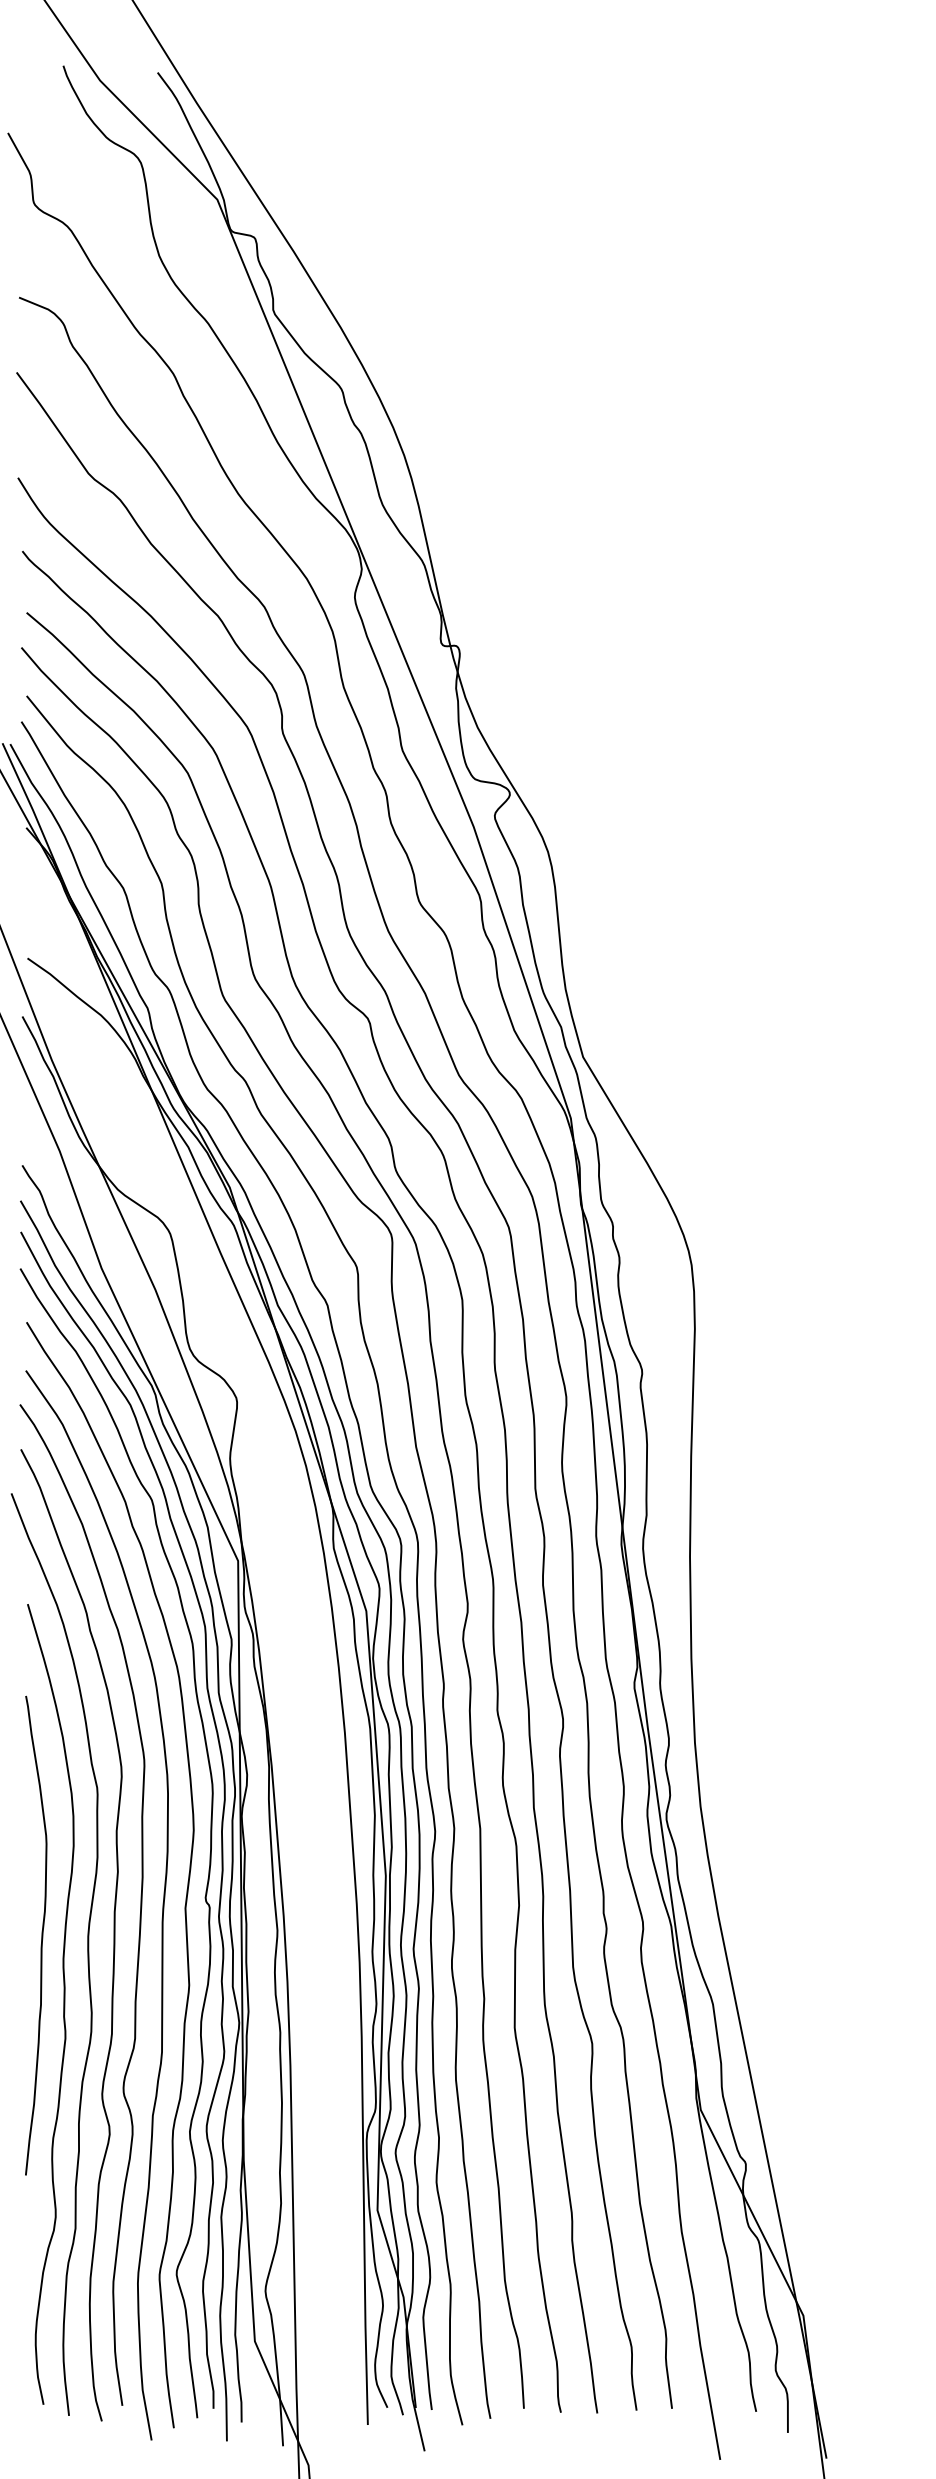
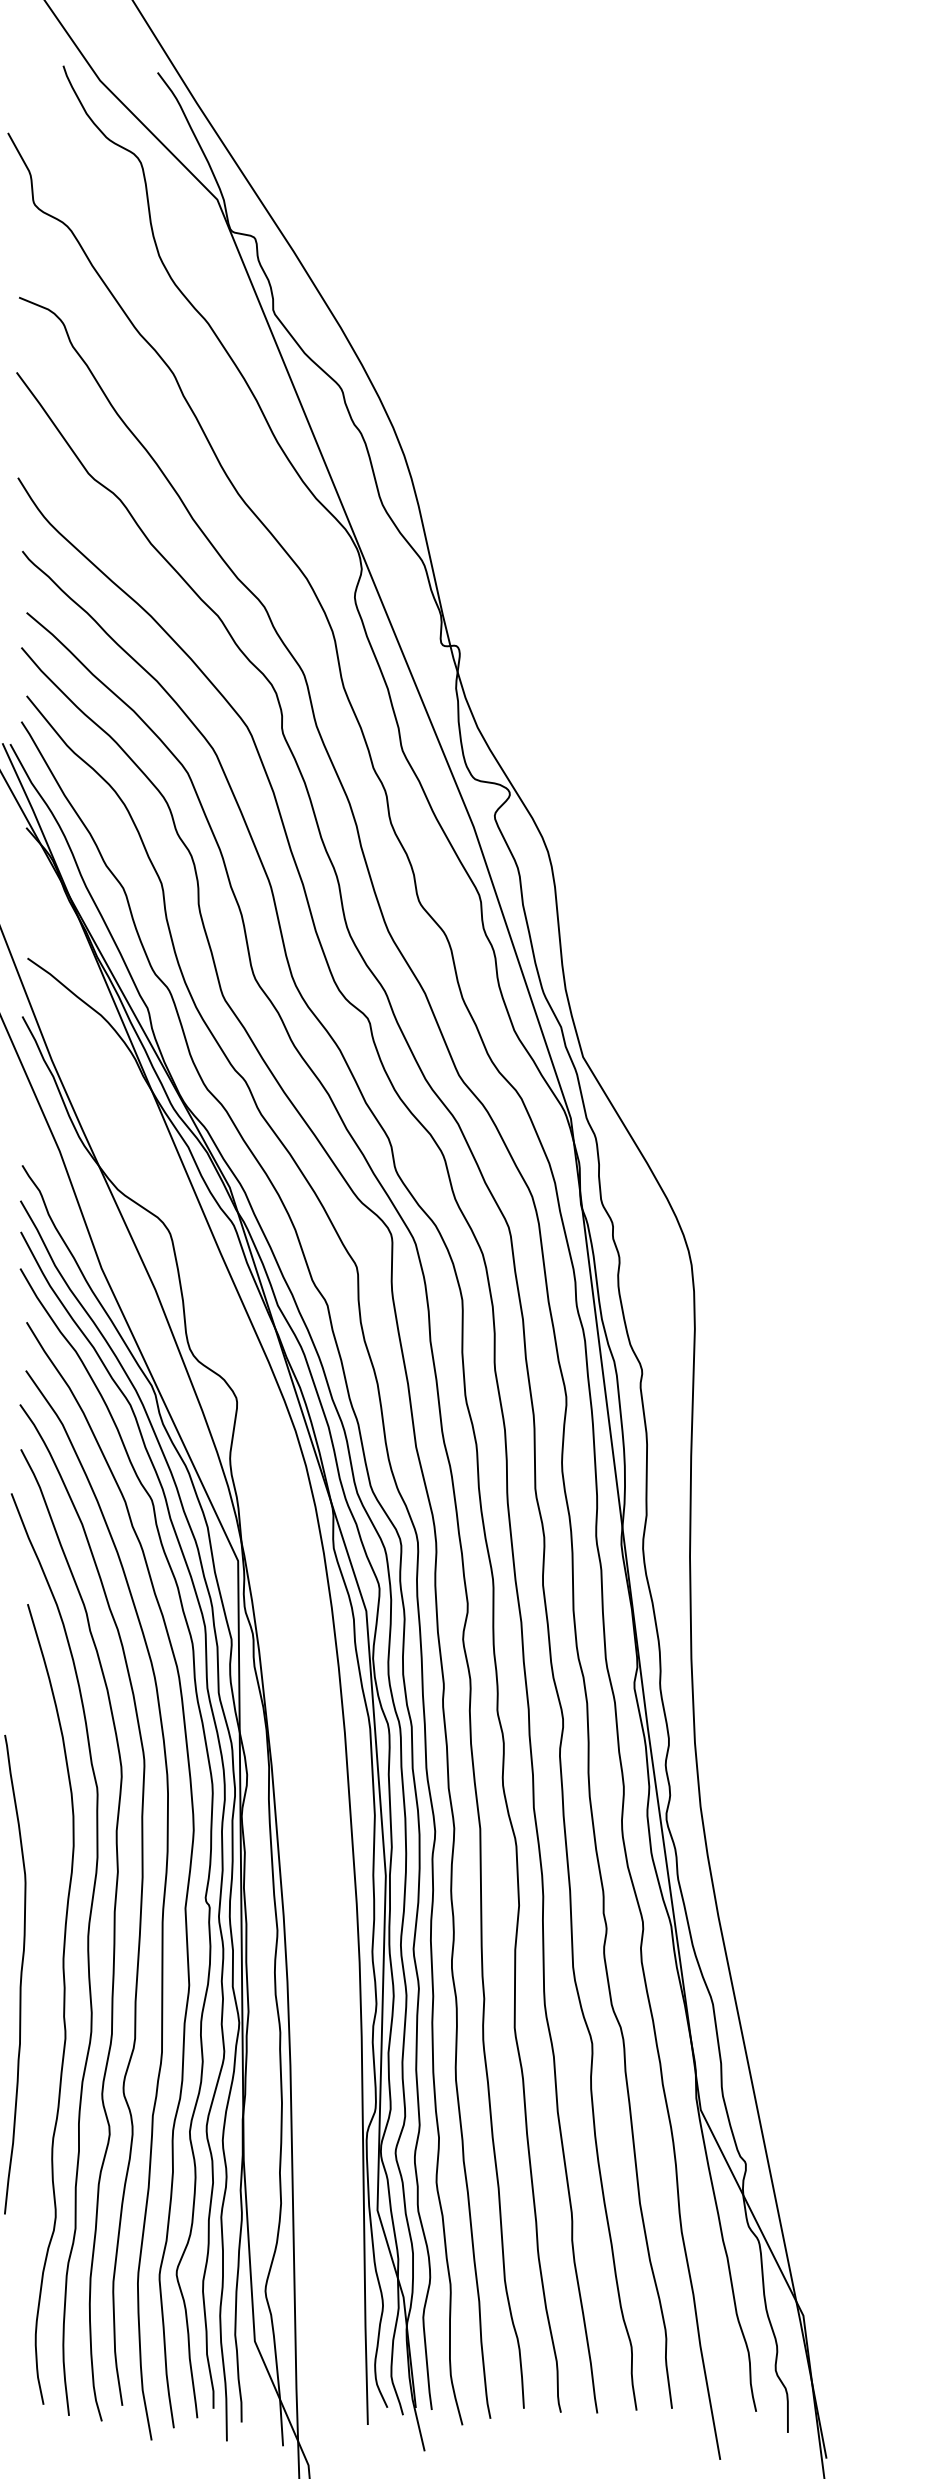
curve at (41, 1935) position: (41, 1935) -> (20, 1974)
